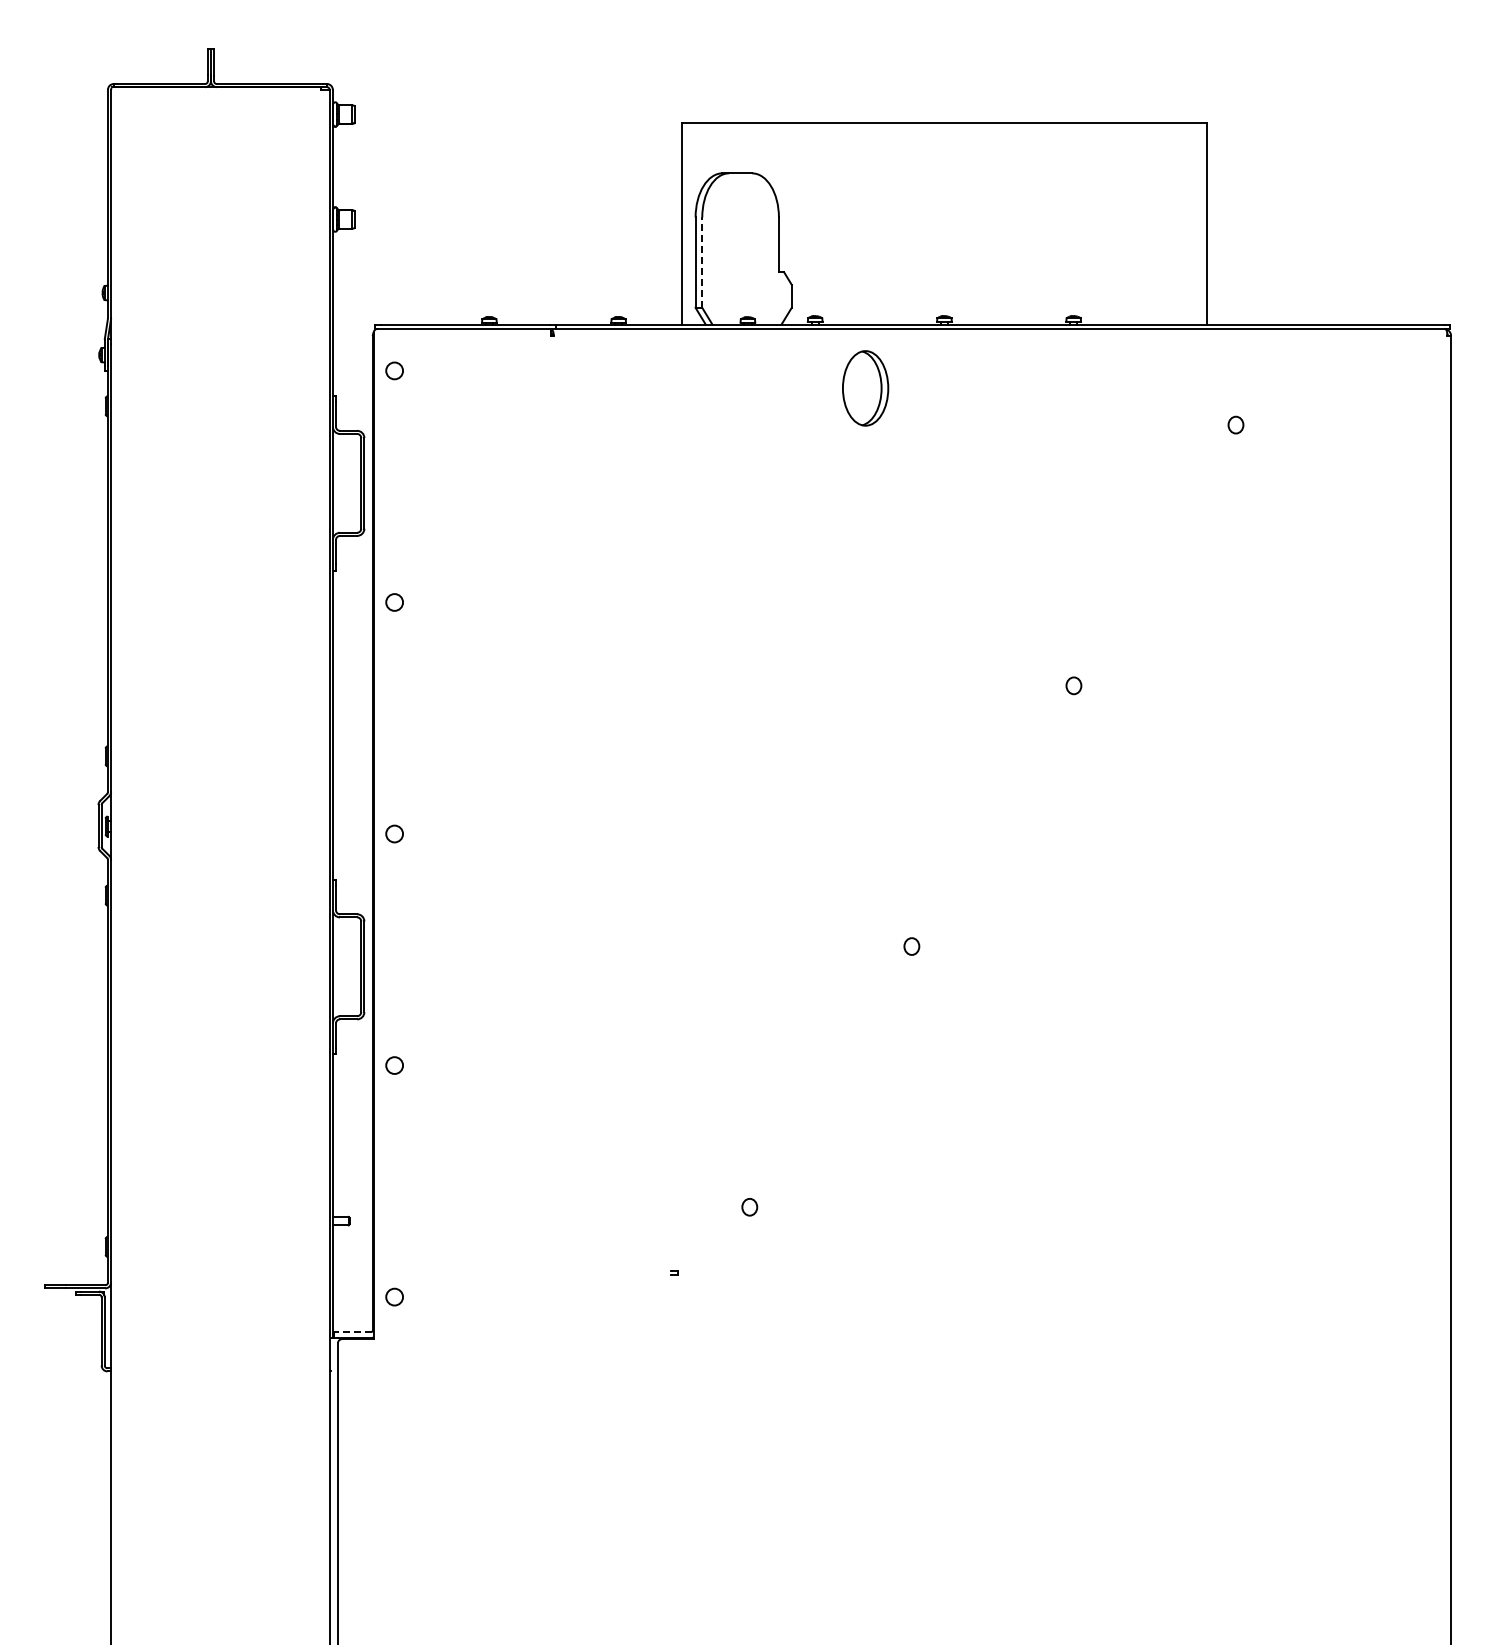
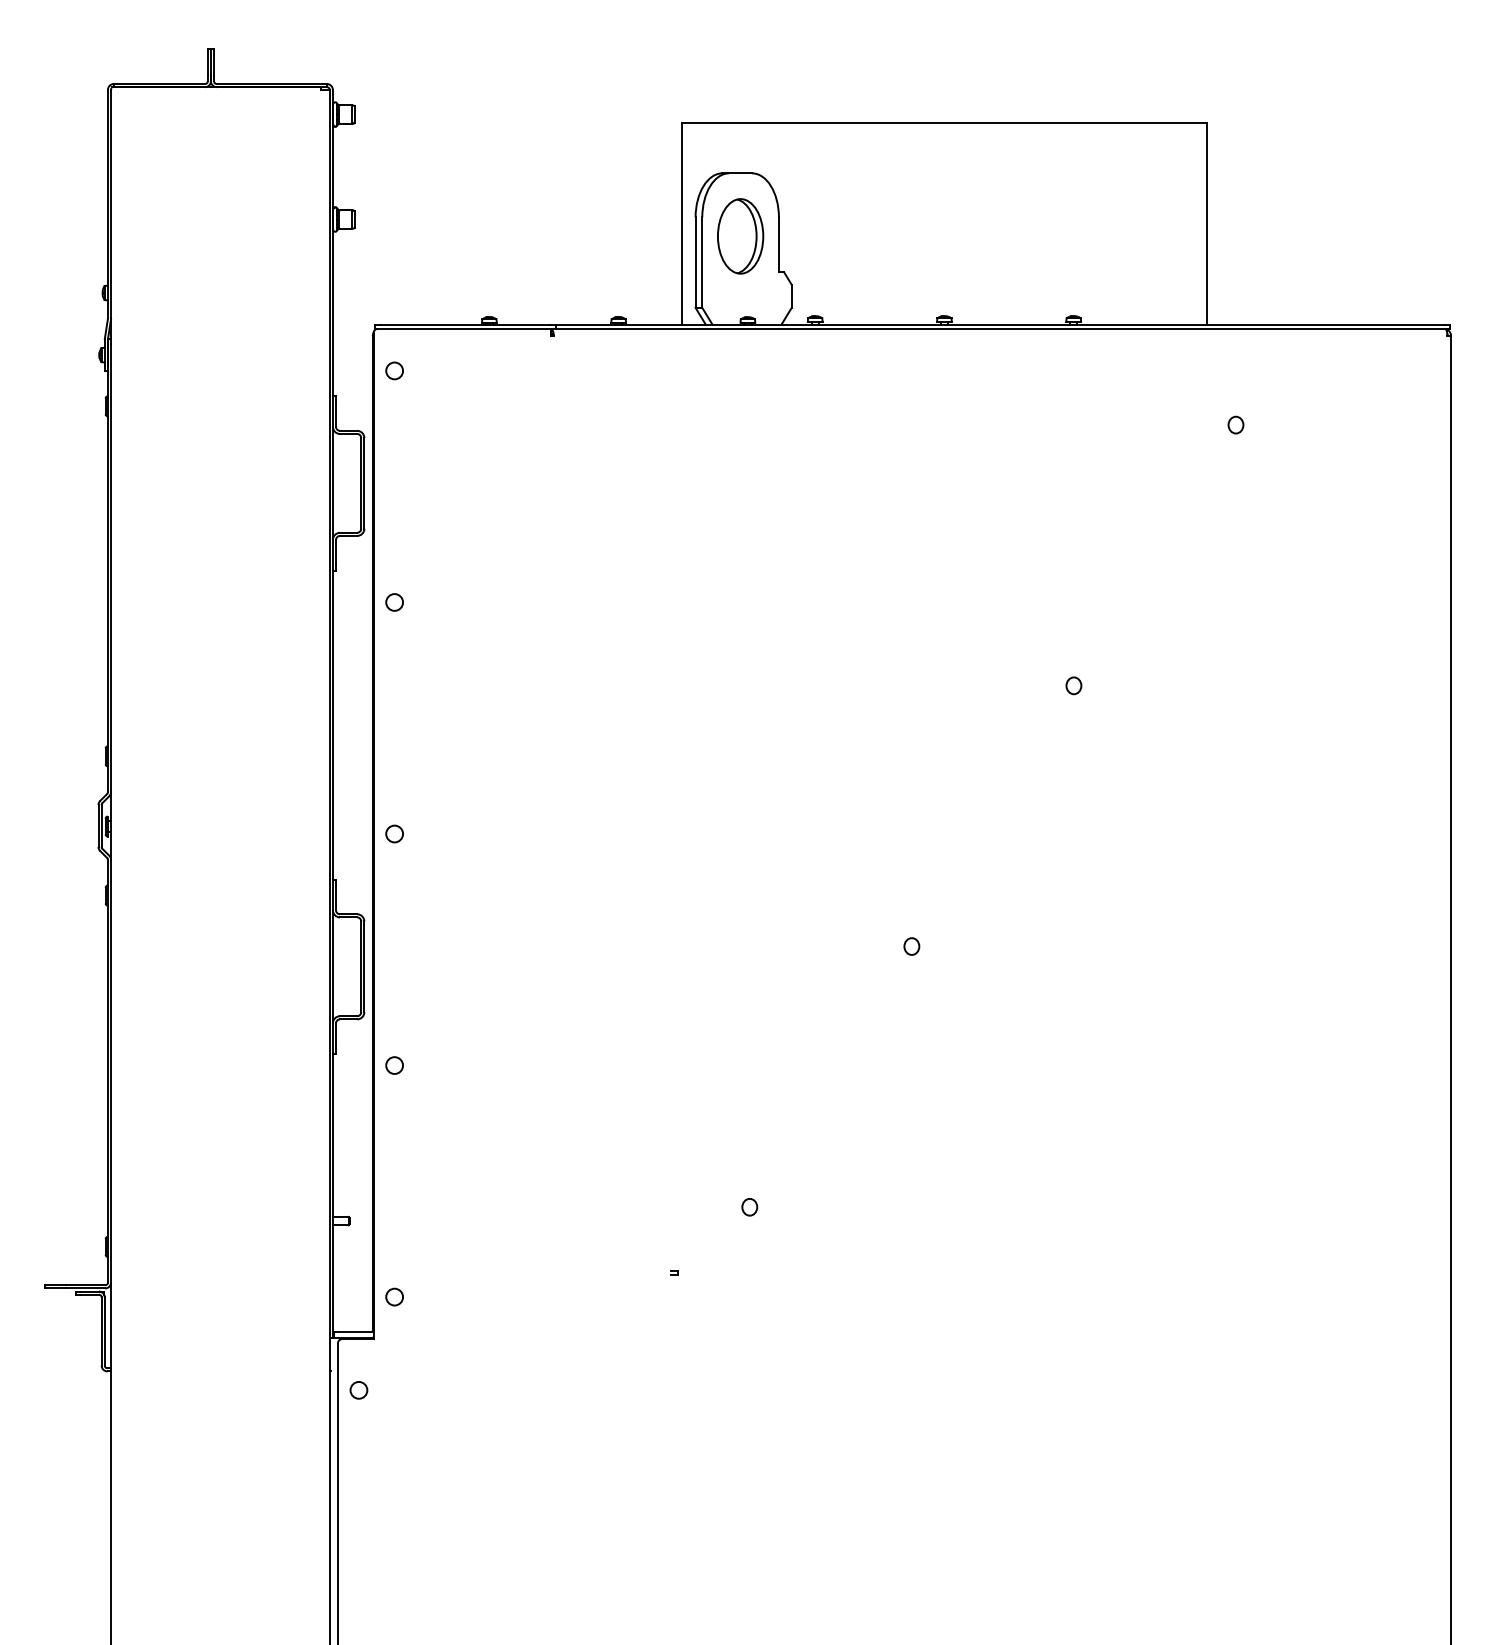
line at (702, 262): dashed -> solid
part at (865, 388) position: (865, 388) -> (740, 236)
line at (355, 1331): dashed -> solid
circle at (358, 1390): none -> present
